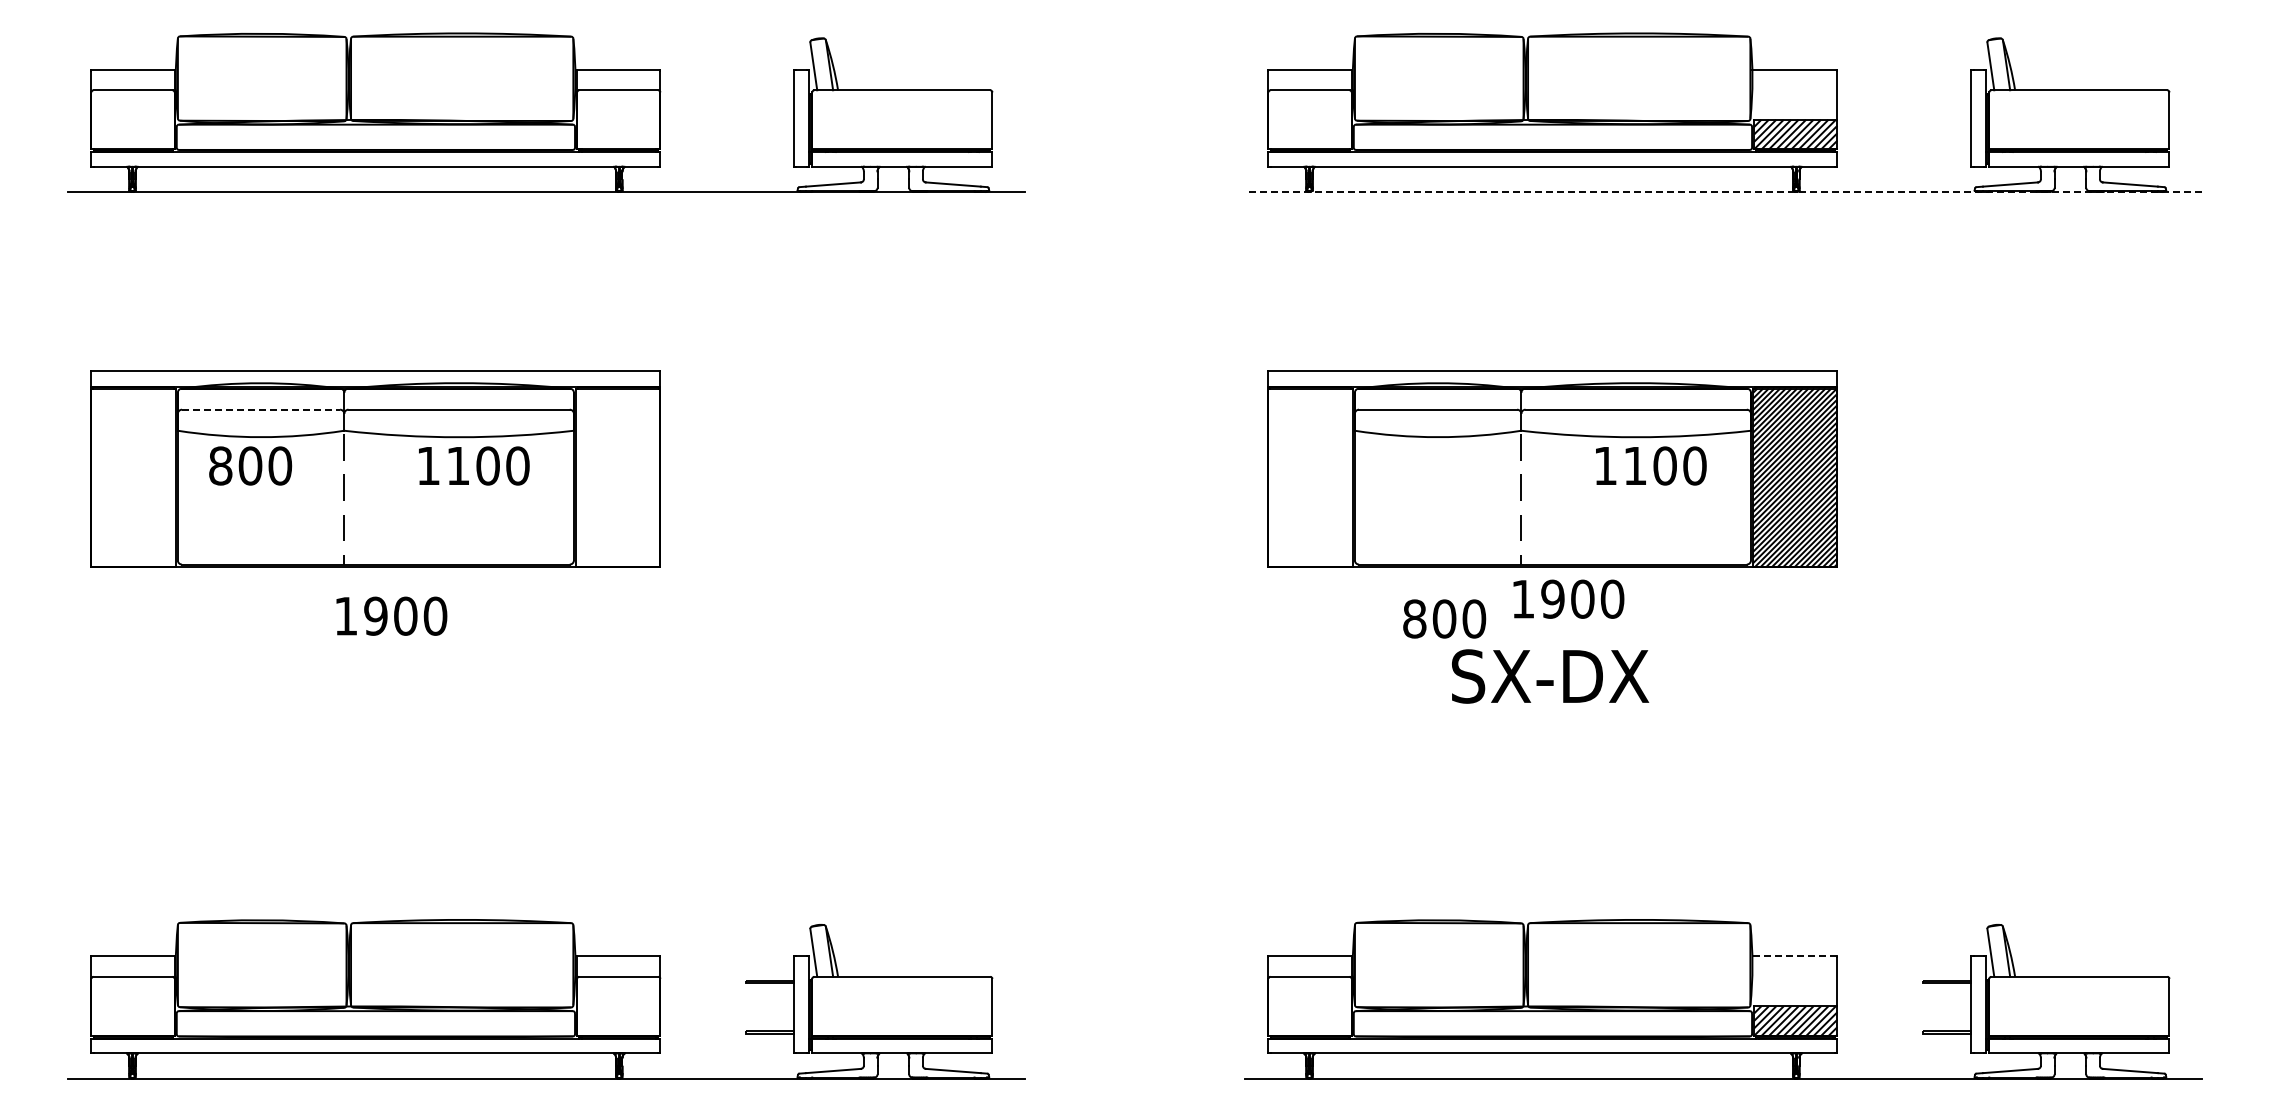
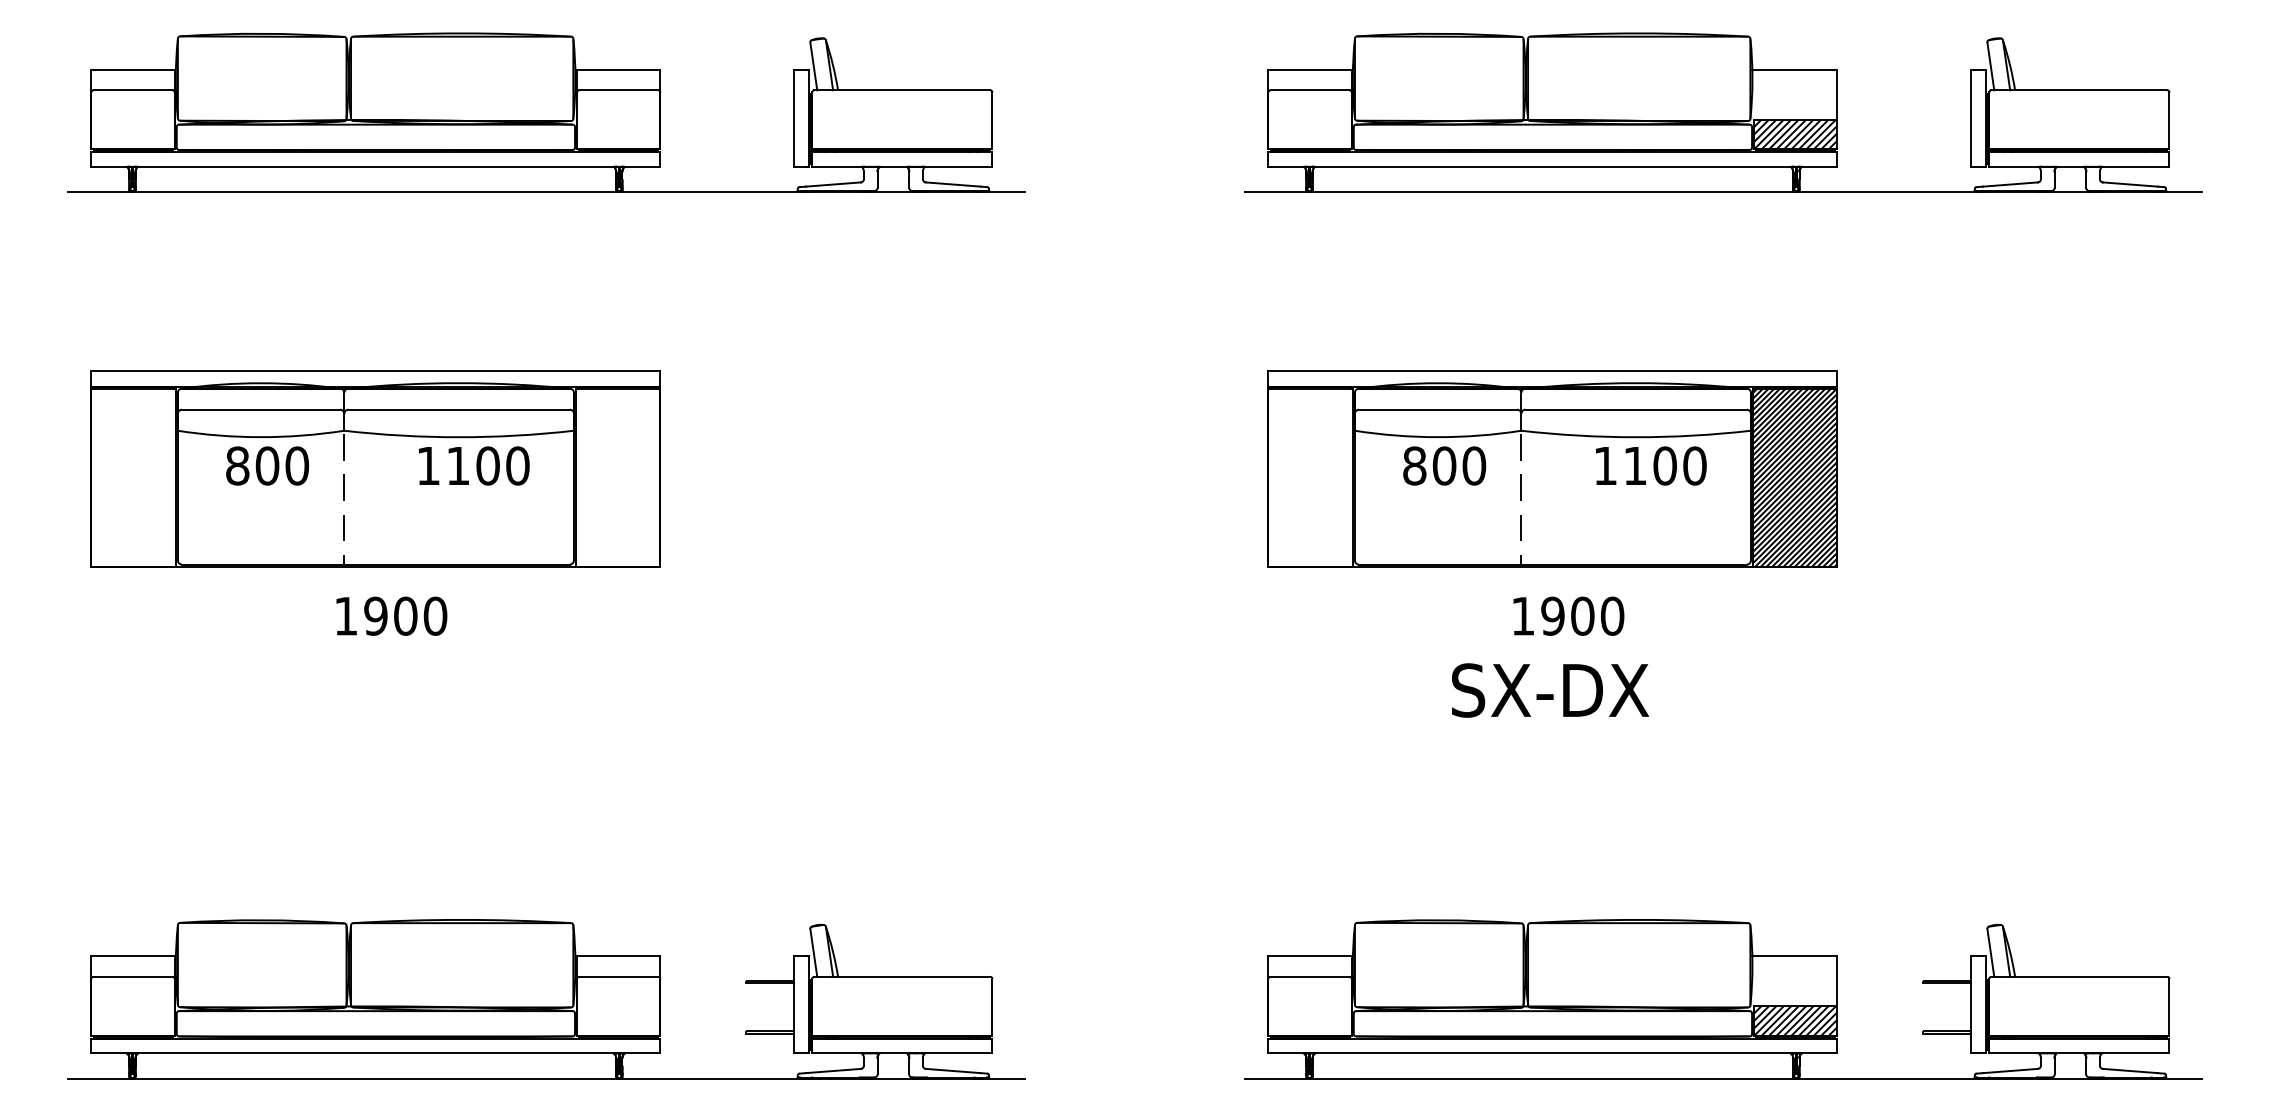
line at (1723, 192): dashed -> solid
line at (261, 409): dashed -> solid
text at (250, 465) position: (250, 465) -> (267, 465)
text at (1568, 598) position: (1568, 598) -> (1568, 615)
text at (1444, 618) position: (1444, 618) -> (1444, 465)
text at (1550, 676) position: (1550, 676) -> (1550, 690)
line at (1794, 956): dashed -> solid
